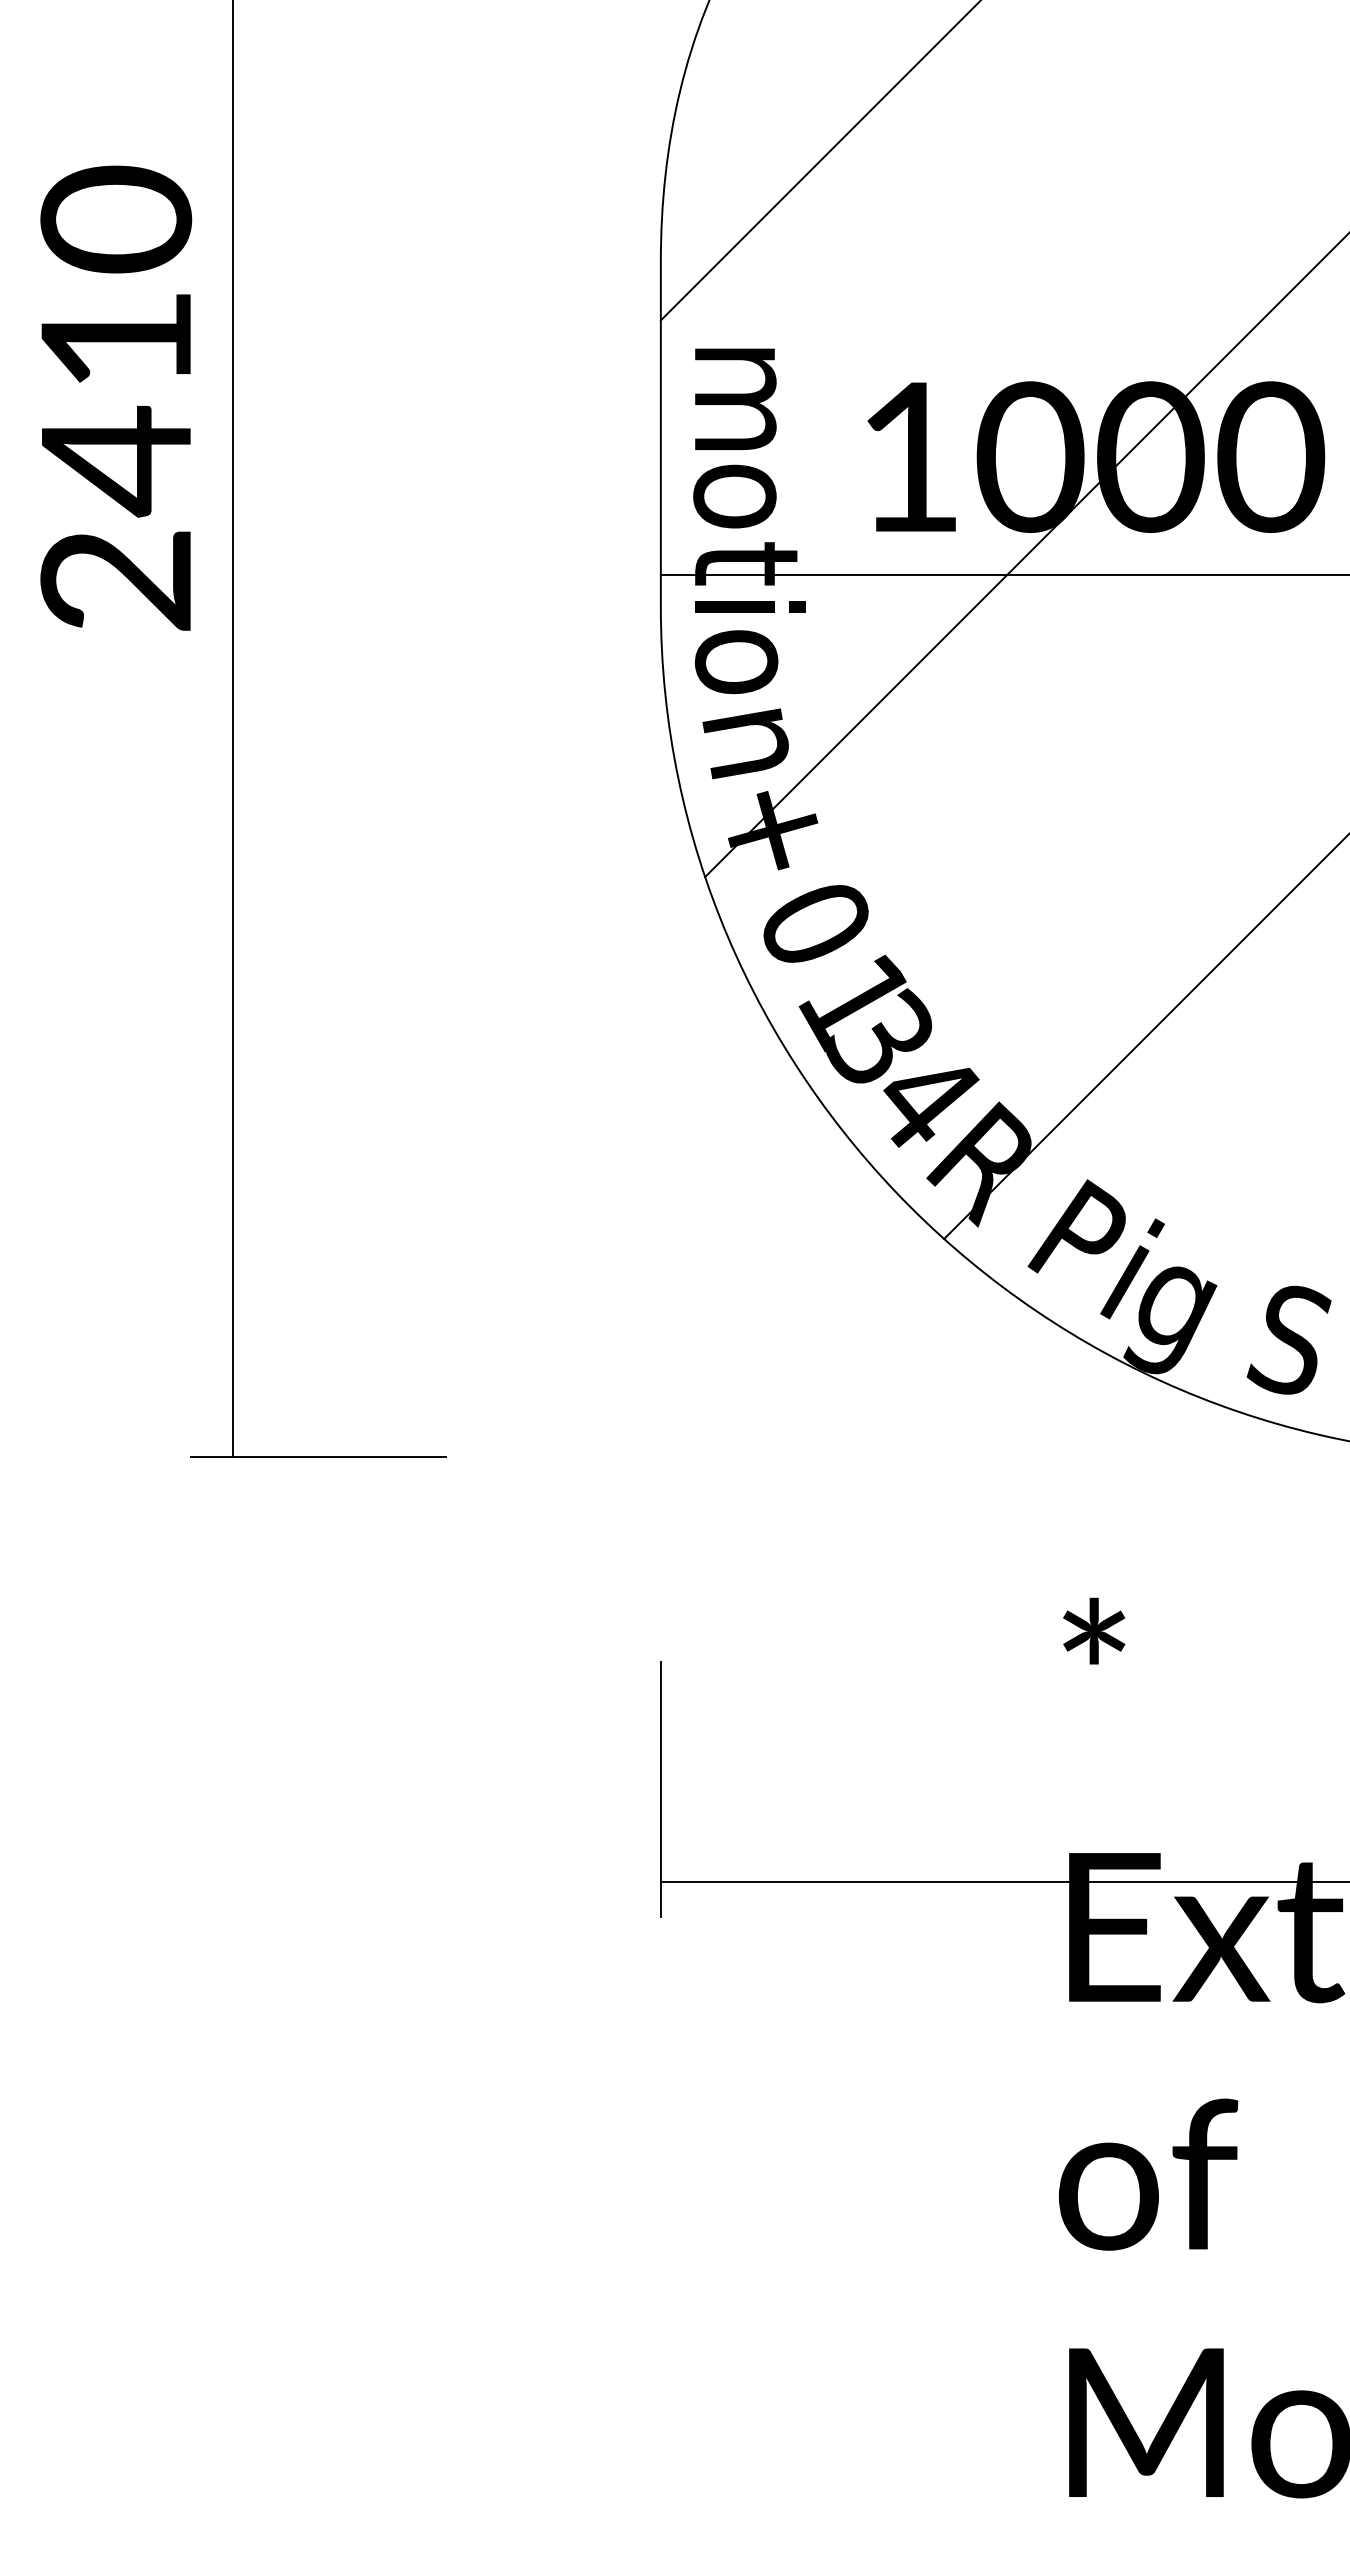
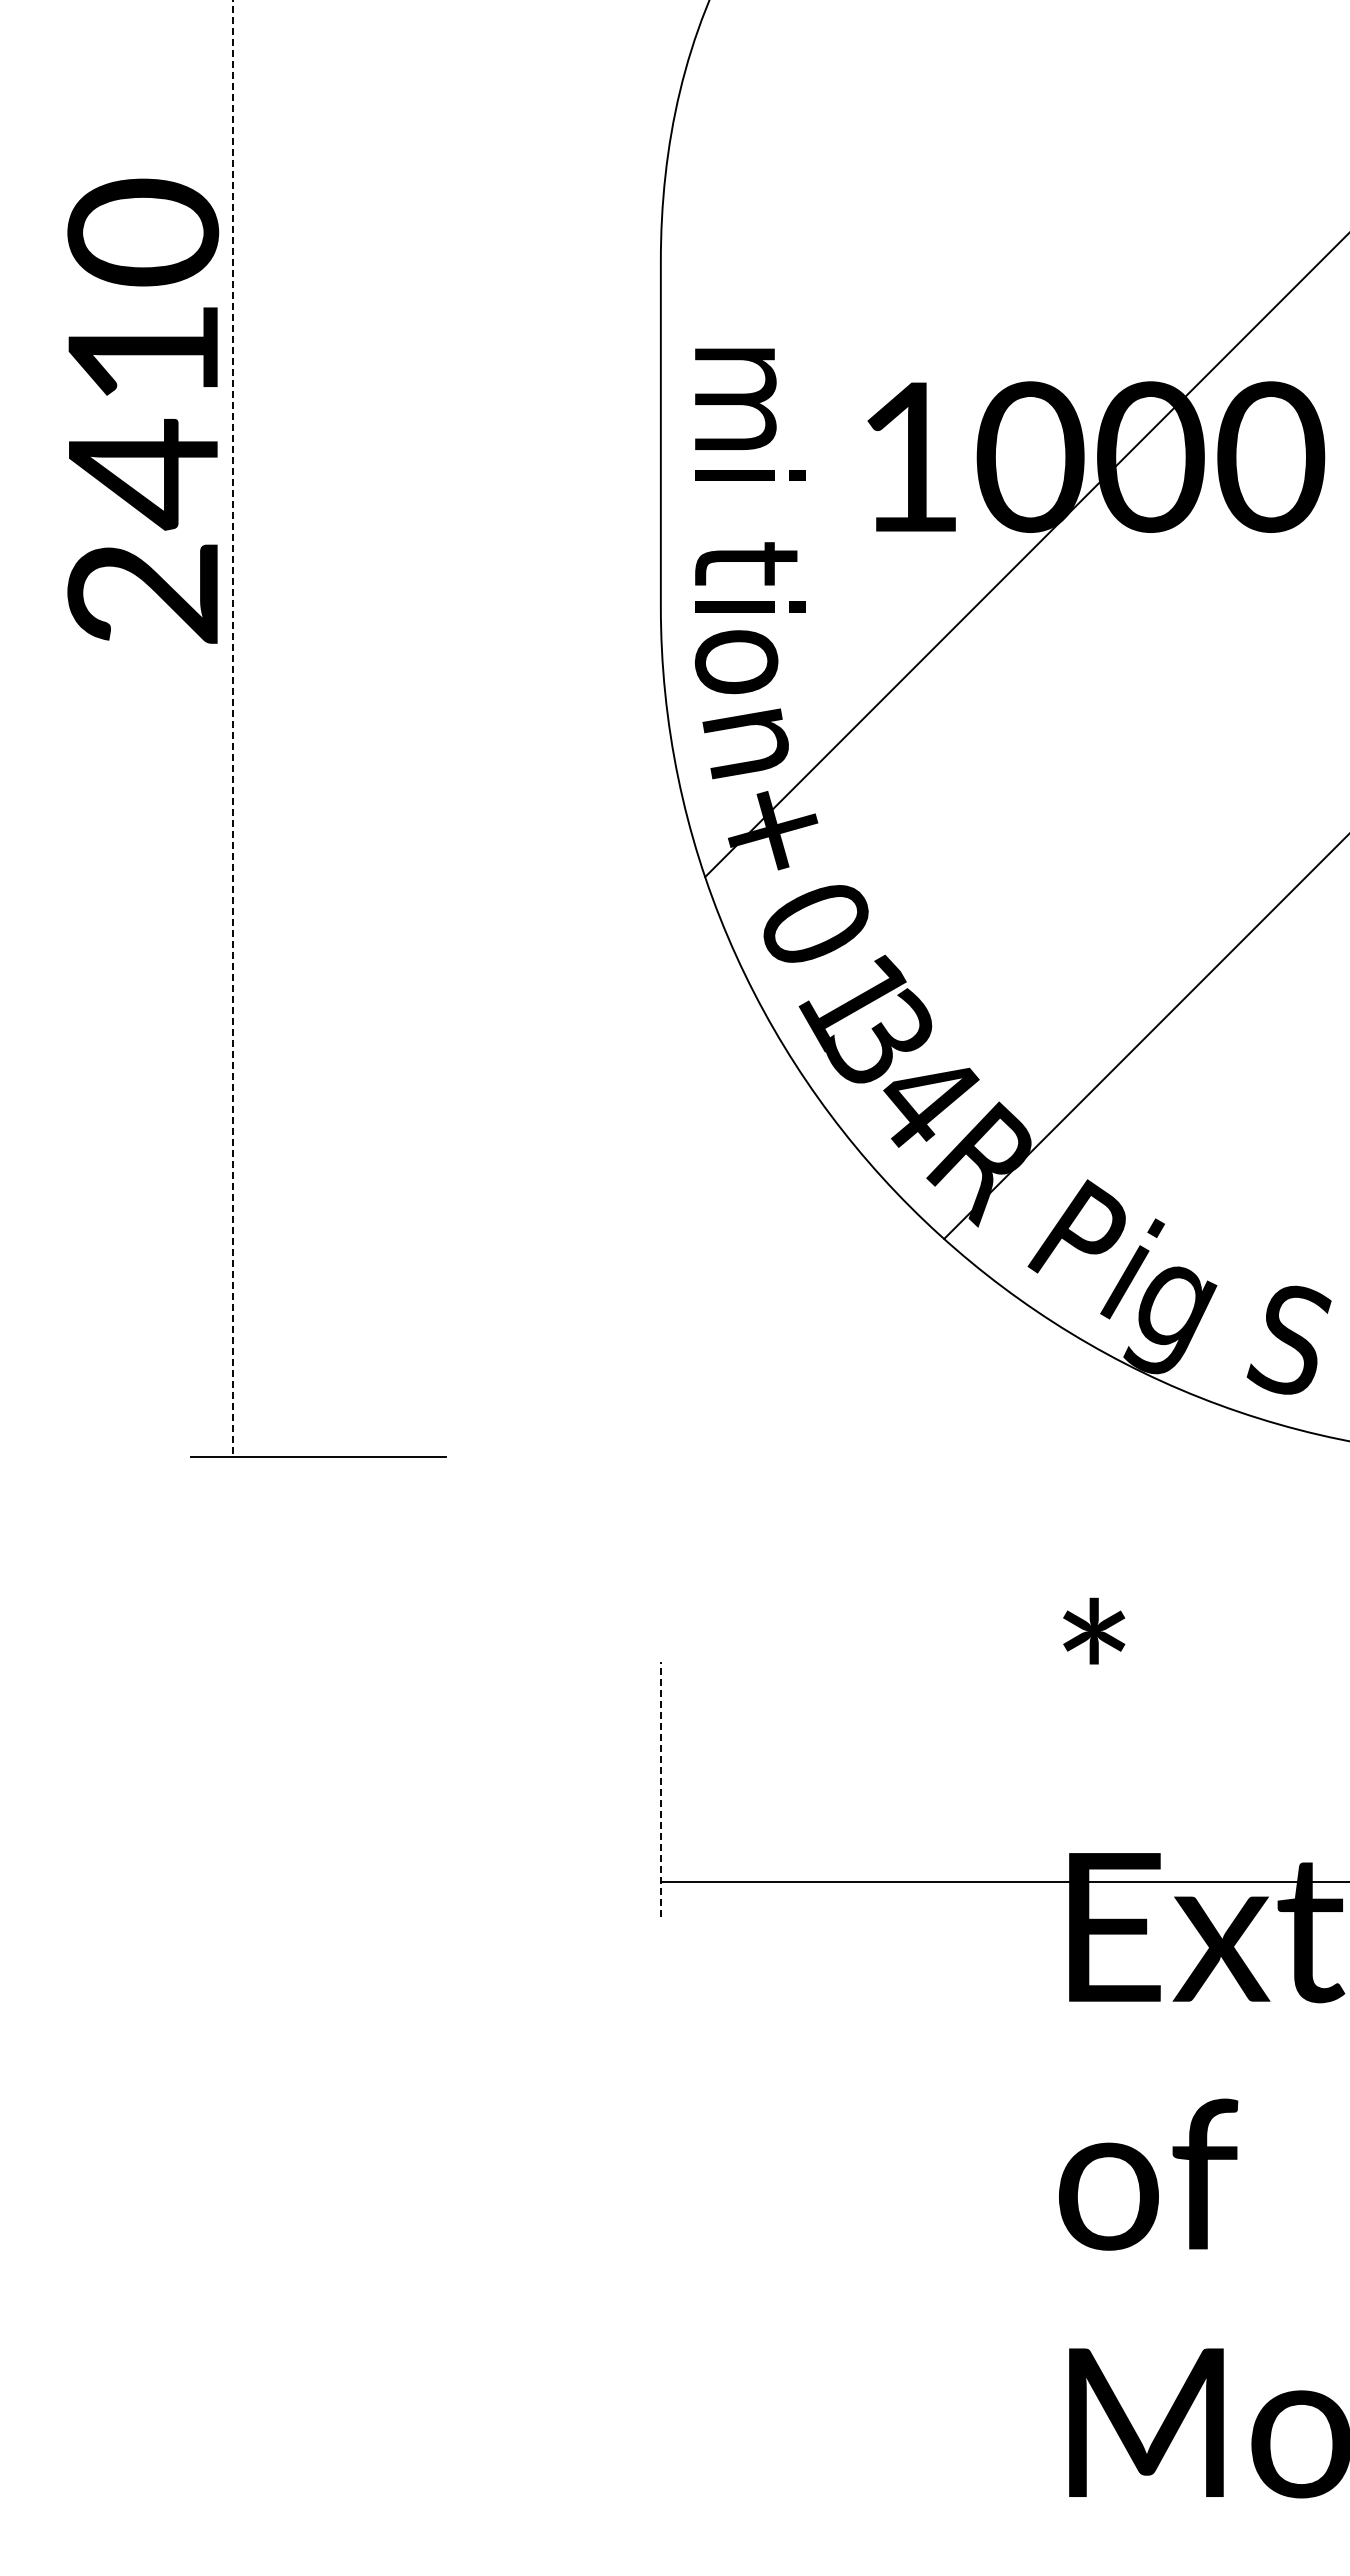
line at (819, 161): present -> none
text at (116, 397) position: (116, 397) -> (143, 410)
text at (749, 496): o -> i
line at (1003, 575): present -> none
line at (233, 728): solid -> dashed
line at (660, 1789): solid -> dashed
